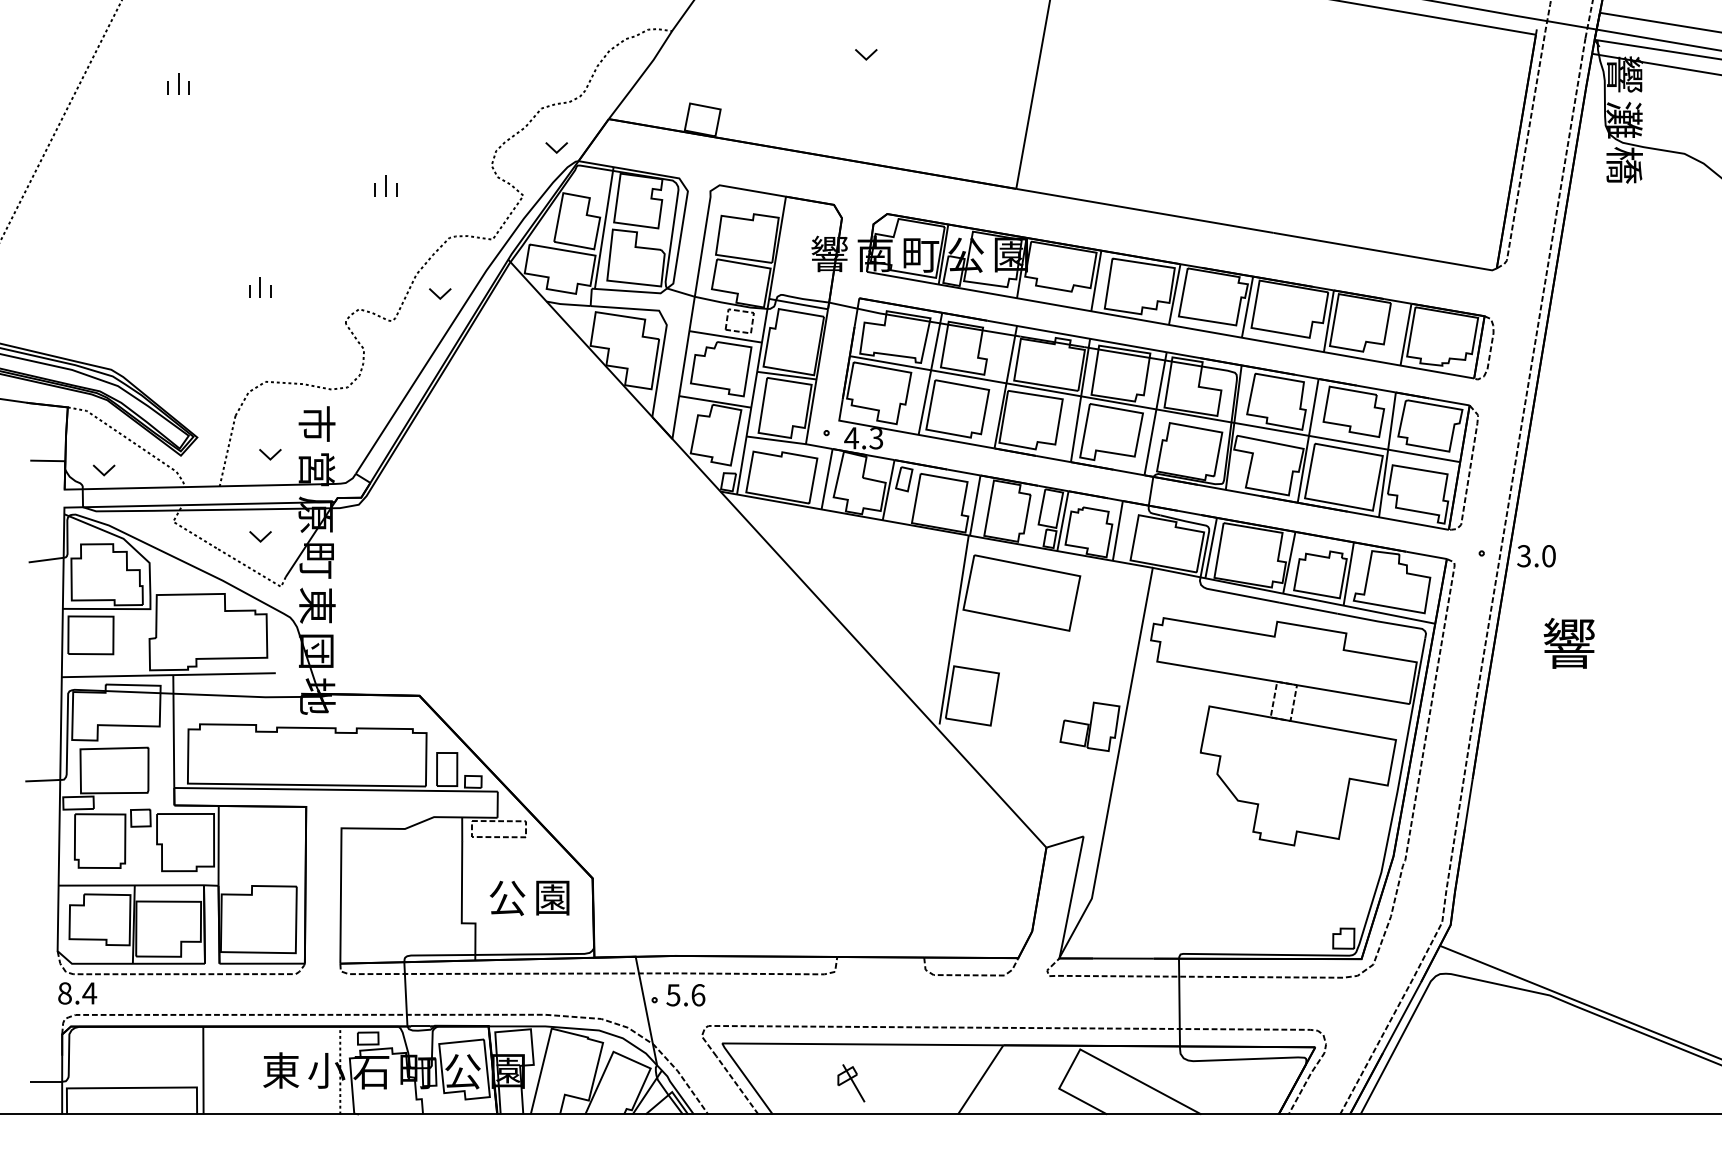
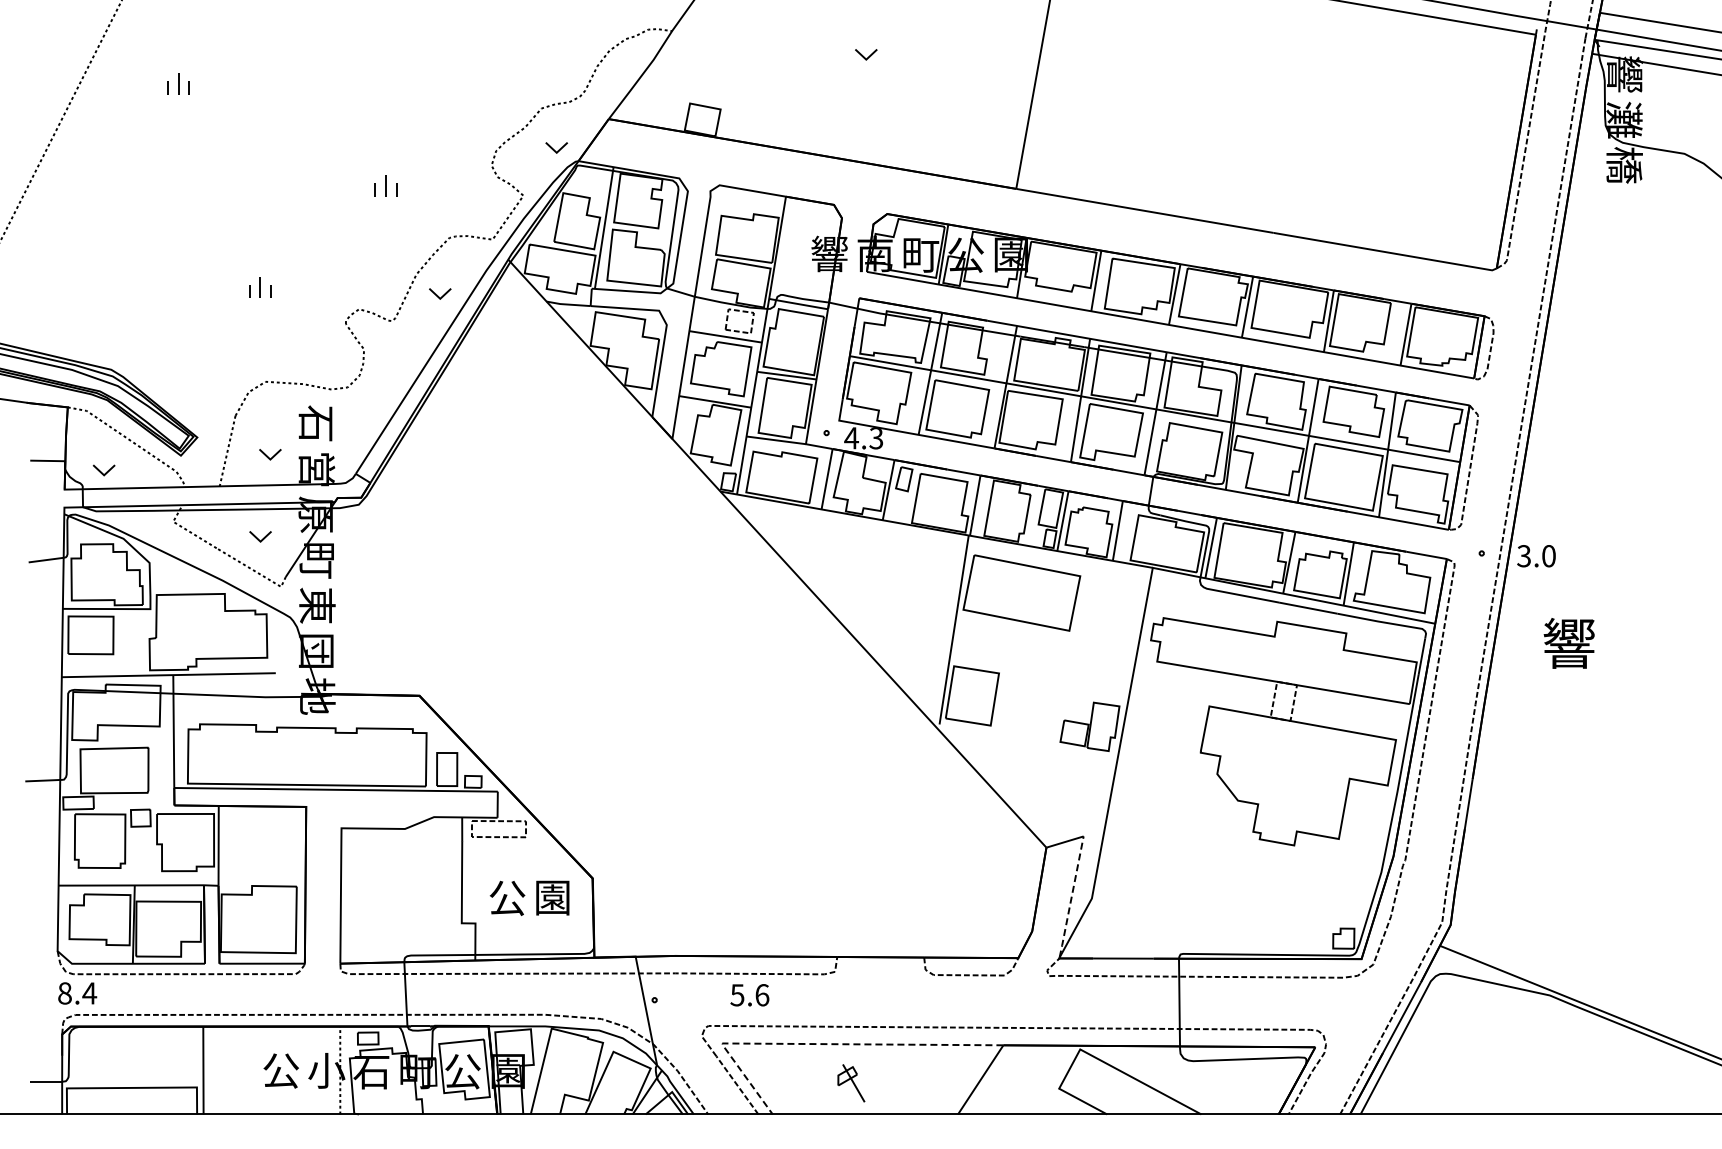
text at (316, 423): 市 -> 石
line at (1071, 897): solid -> dashed
text at (685, 995) position: (685, 995) -> (749, 995)
line at (818, 1044): solid -> dashed
text at (281, 1070): 東 -> 公
